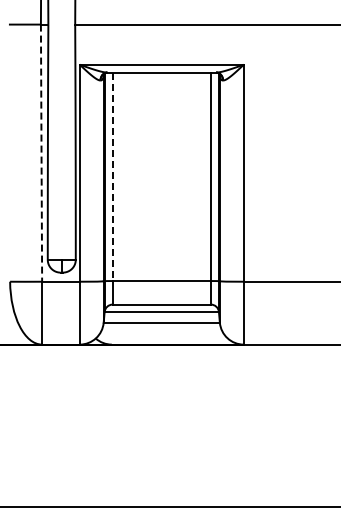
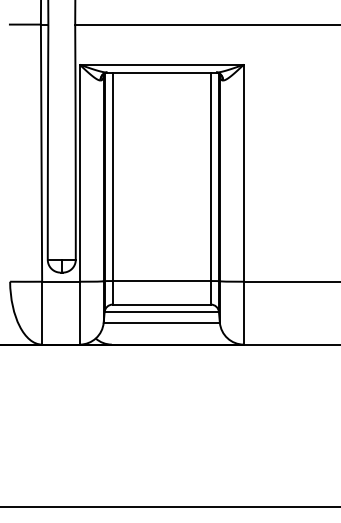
line at (41, 153): dashed -> solid
line at (112, 177): dashed -> solid
